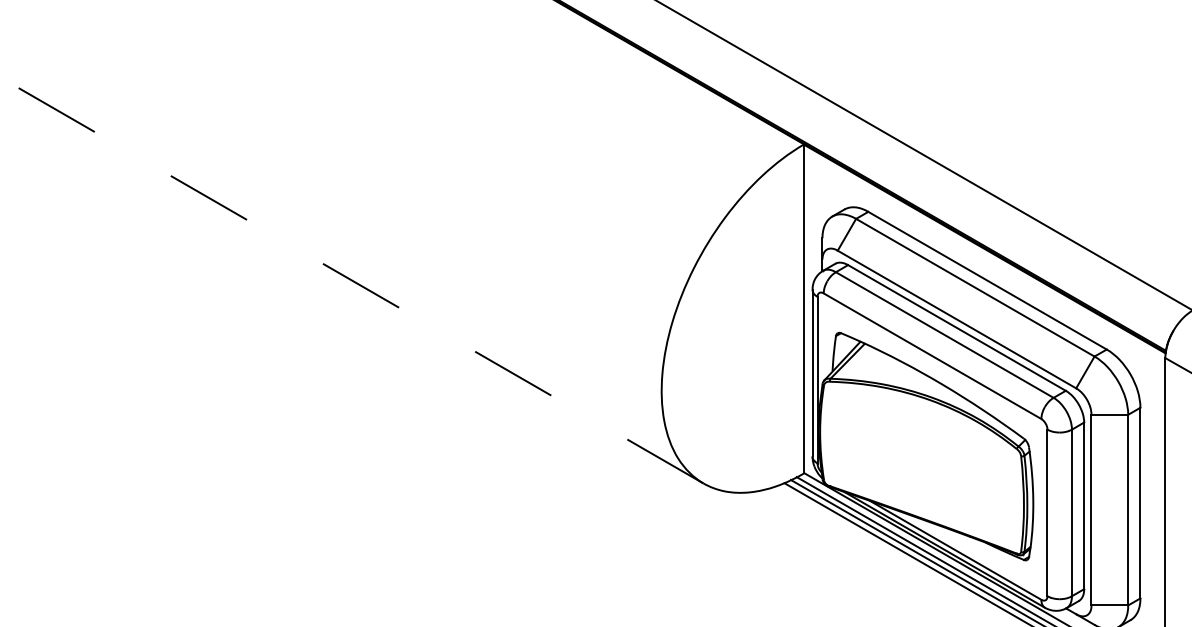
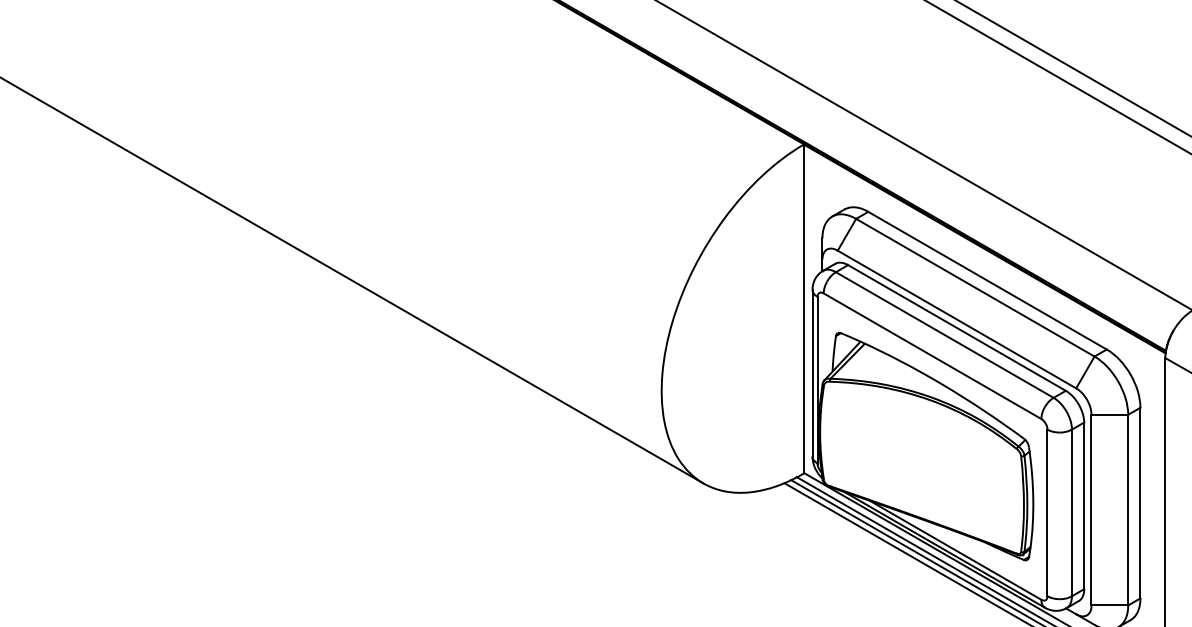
line at (1073, 68): none -> present
line at (1058, 77): none -> present
line at (351, 280): dashed -> solid
